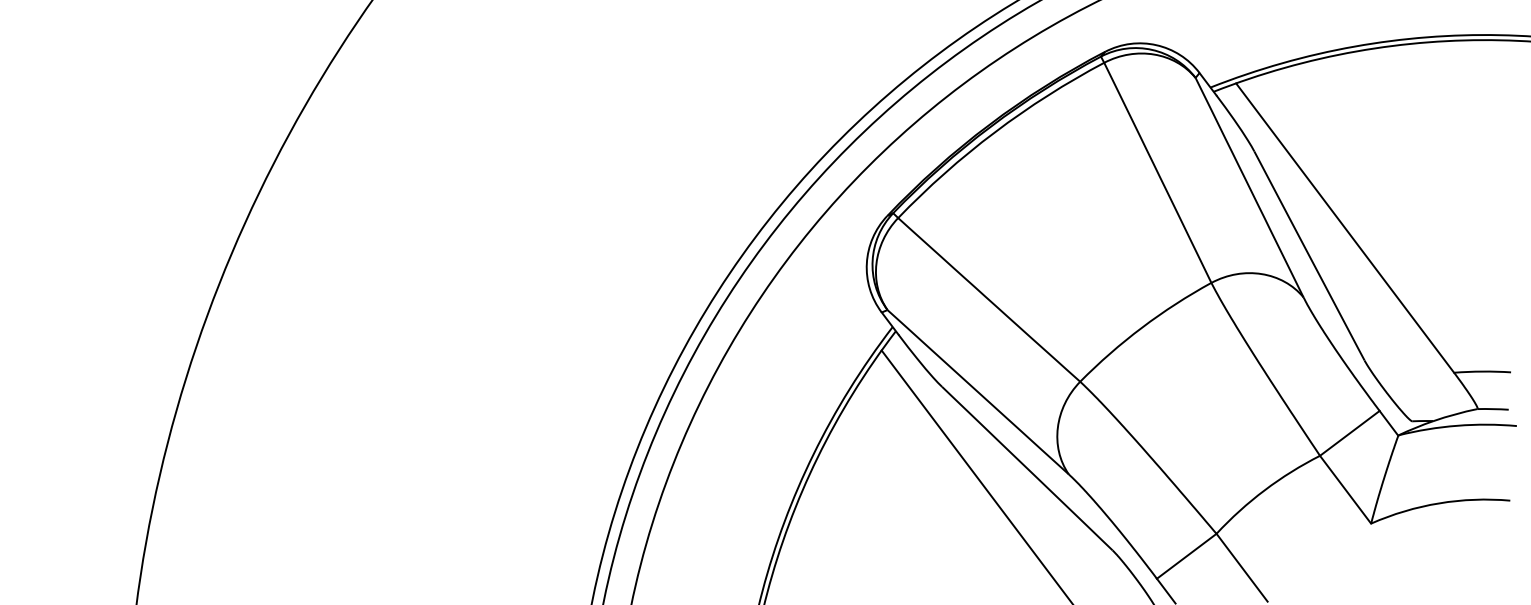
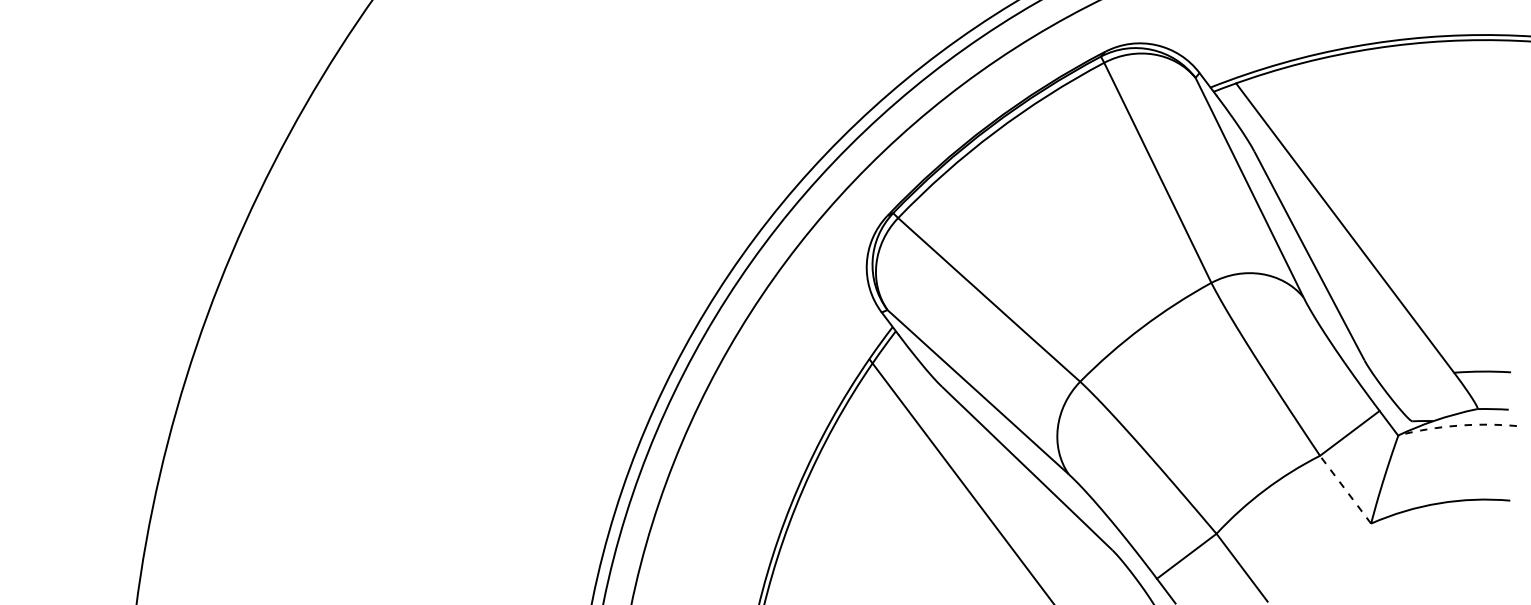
arc at (1457, 425): solid -> dashed
line at (975, 475) position: (975, 475) -> (960, 480)
line at (1345, 489): solid -> dashed
